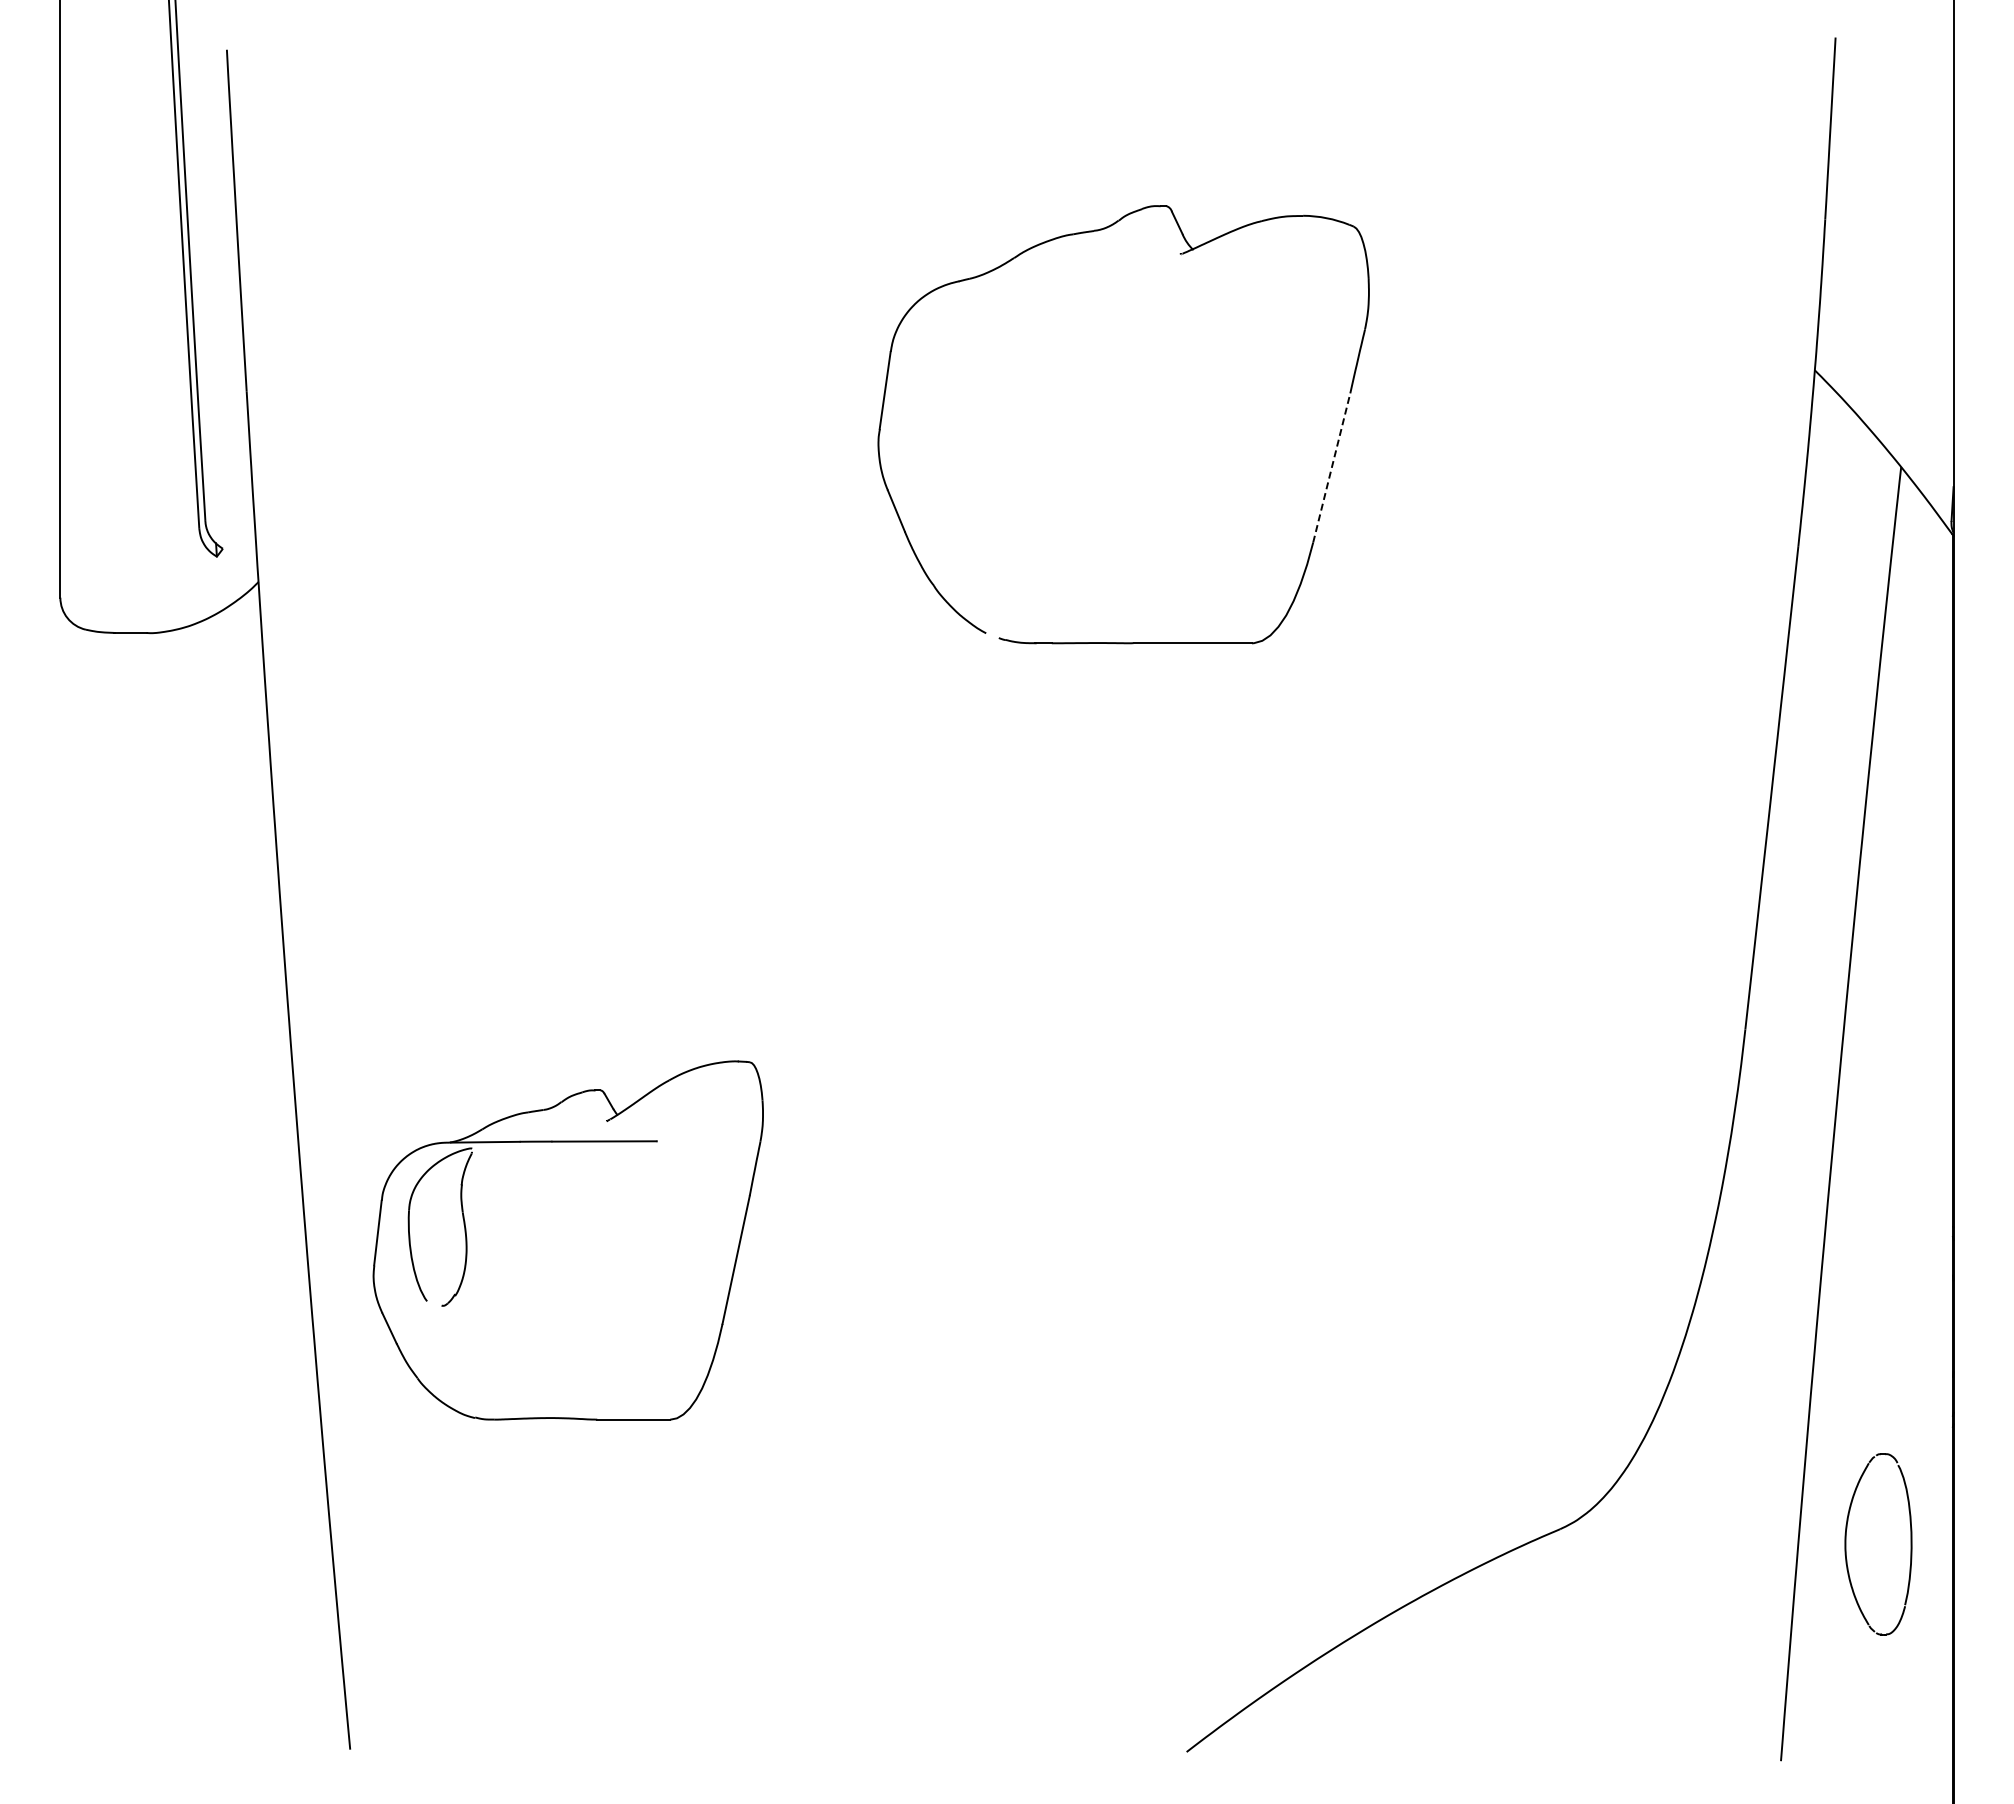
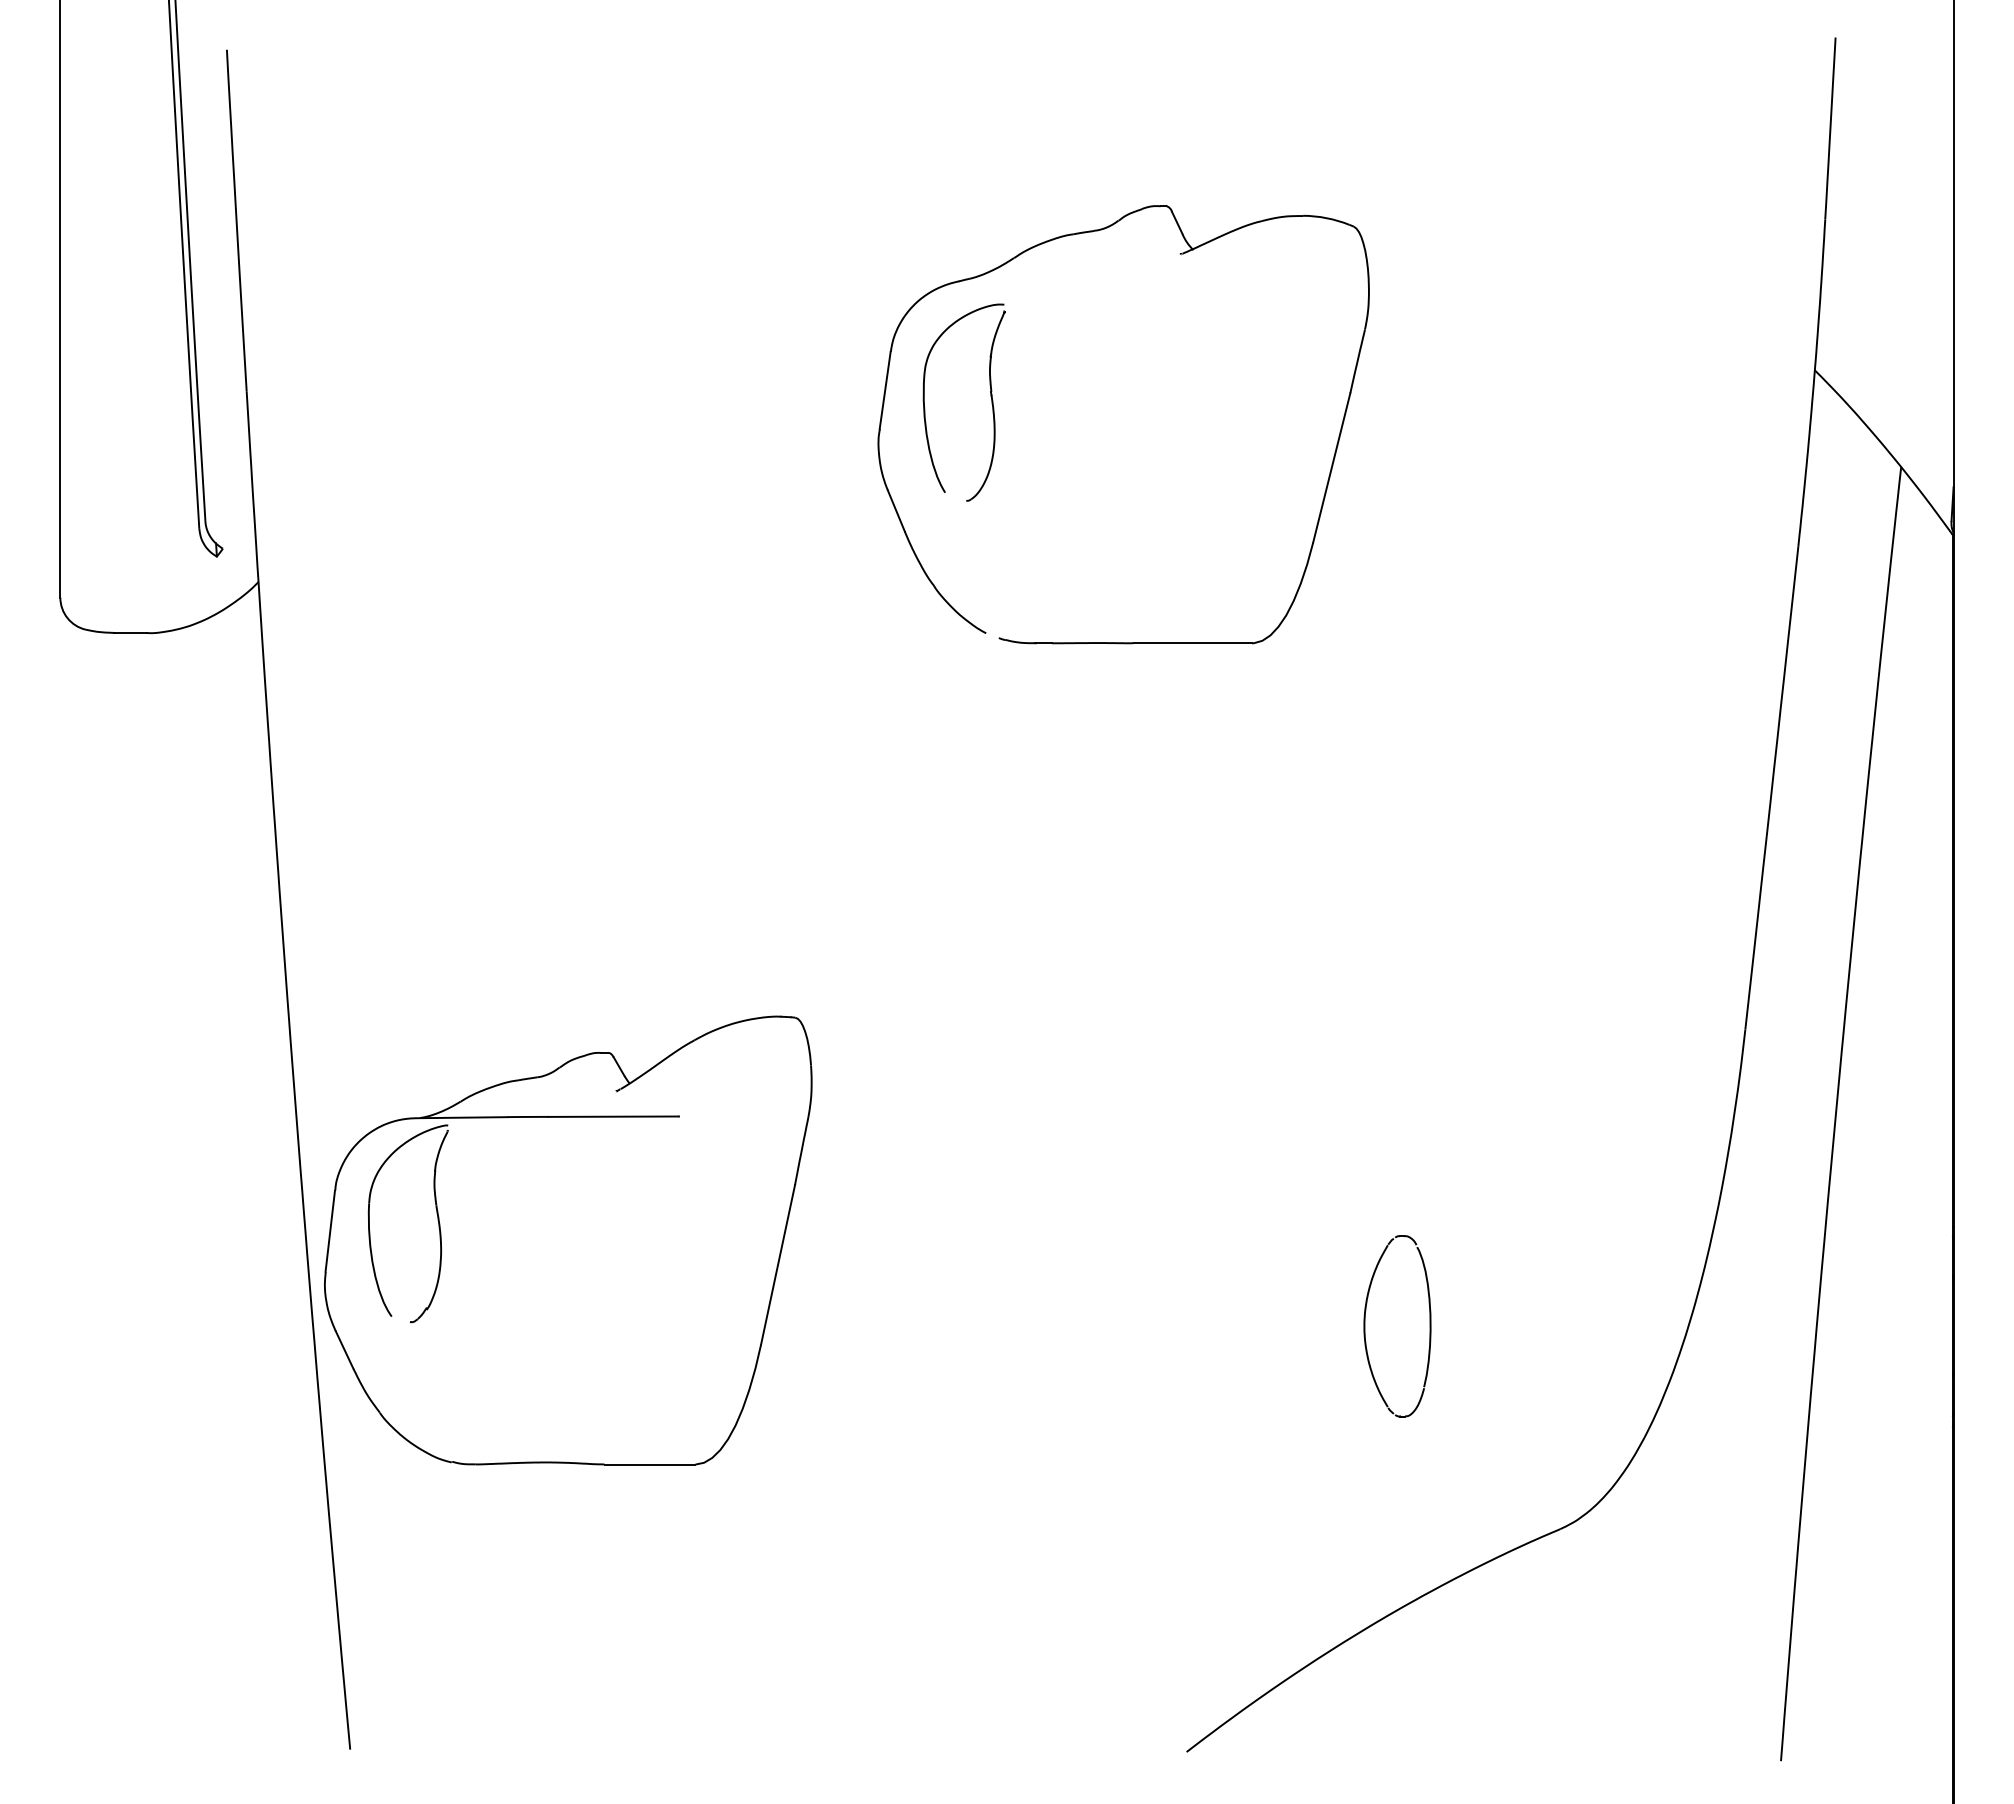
part at (990, 397): none -> present
line at (1331, 468): dashed -> solid
part at (567, 1240) size: 392x361 px -> 489x451 px
part at (1846, 1544) position: (1846, 1544) -> (1365, 1326)
